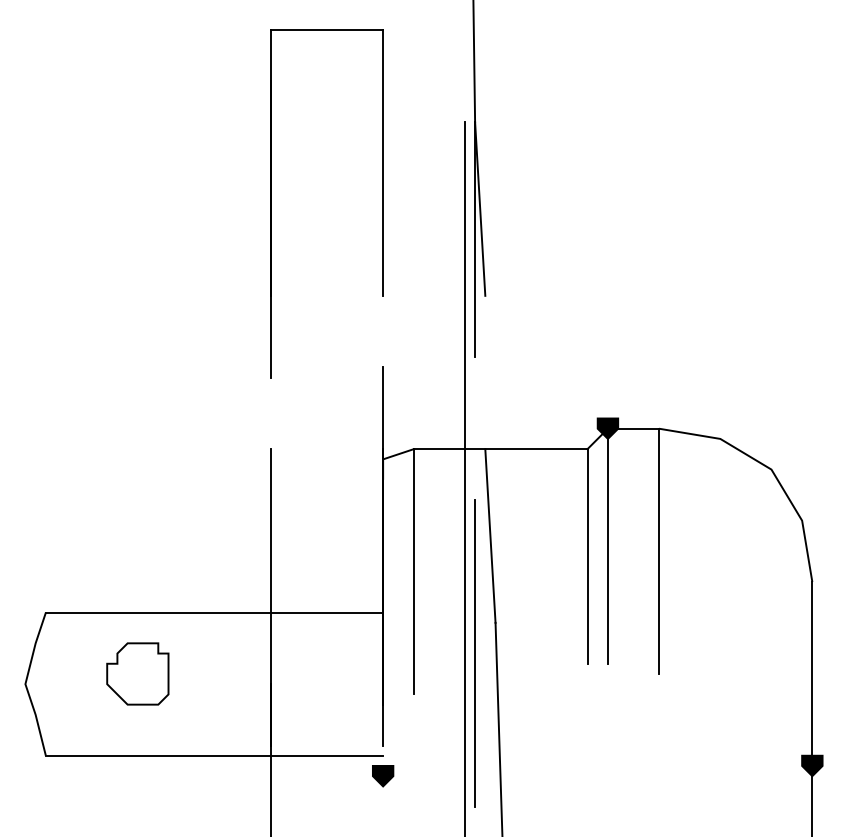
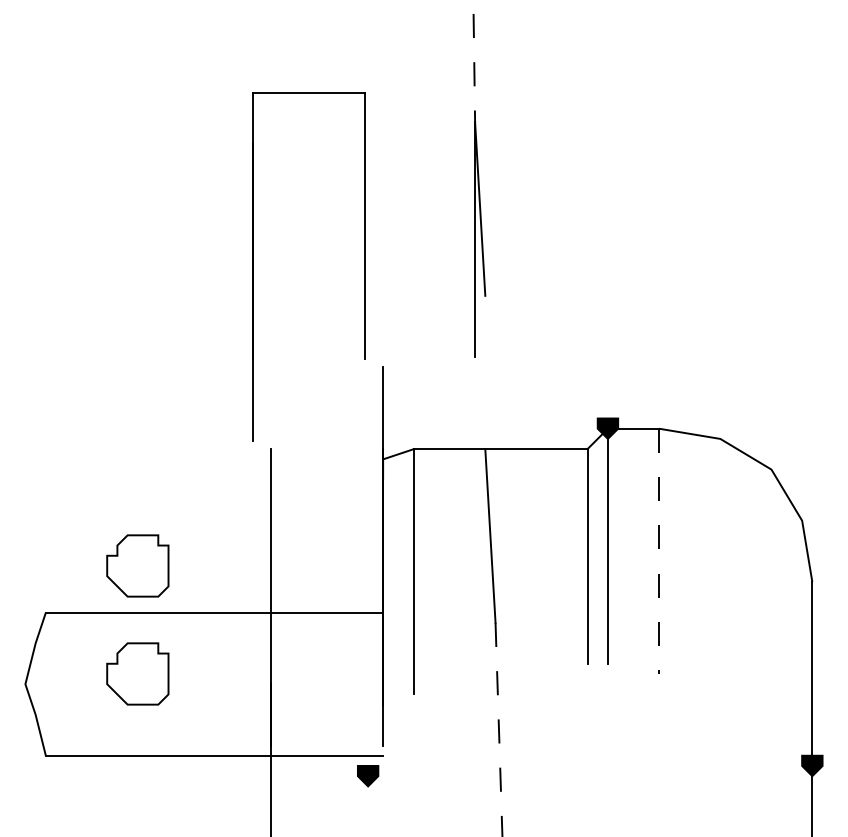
line at (474, 61): solid -> dashed
part at (271, 203) position: (271, 203) -> (253, 266)
line at (464, 477): present -> none
line at (659, 551): solid -> dashed
part at (137, 565): none -> present
line at (475, 653): present -> none
line at (498, 729): solid -> dashed
part at (383, 776) position: (383, 776) -> (368, 776)
